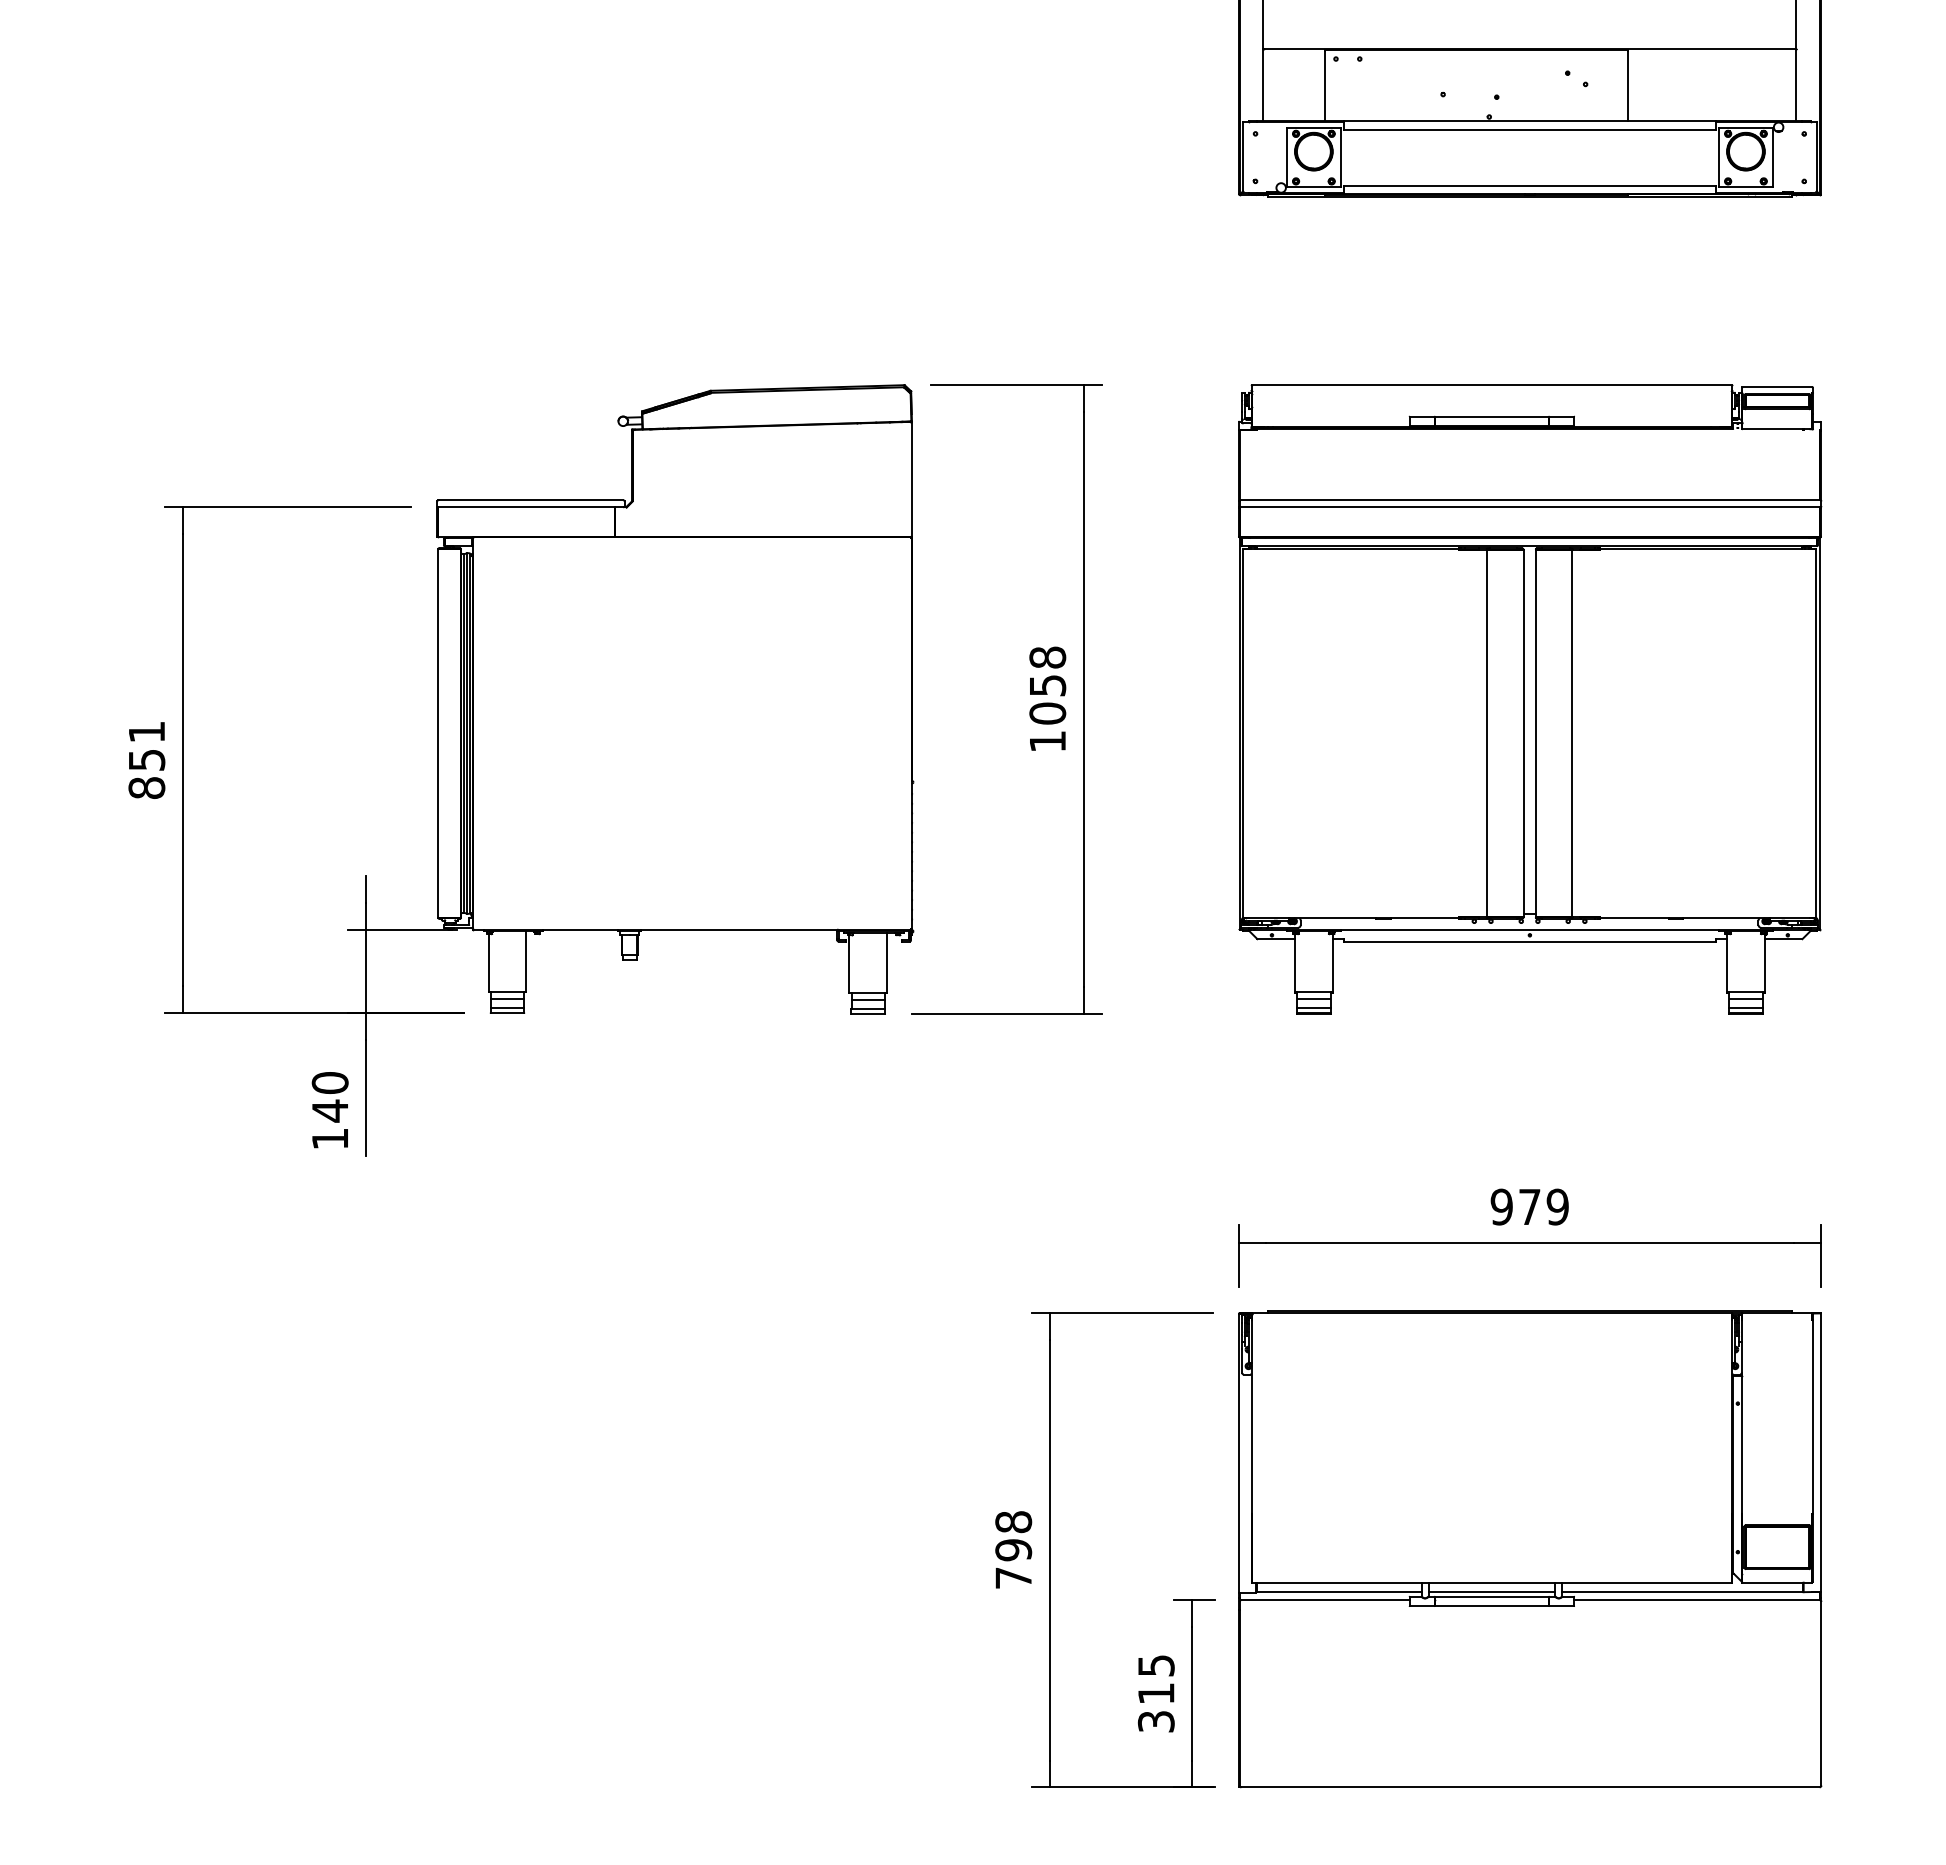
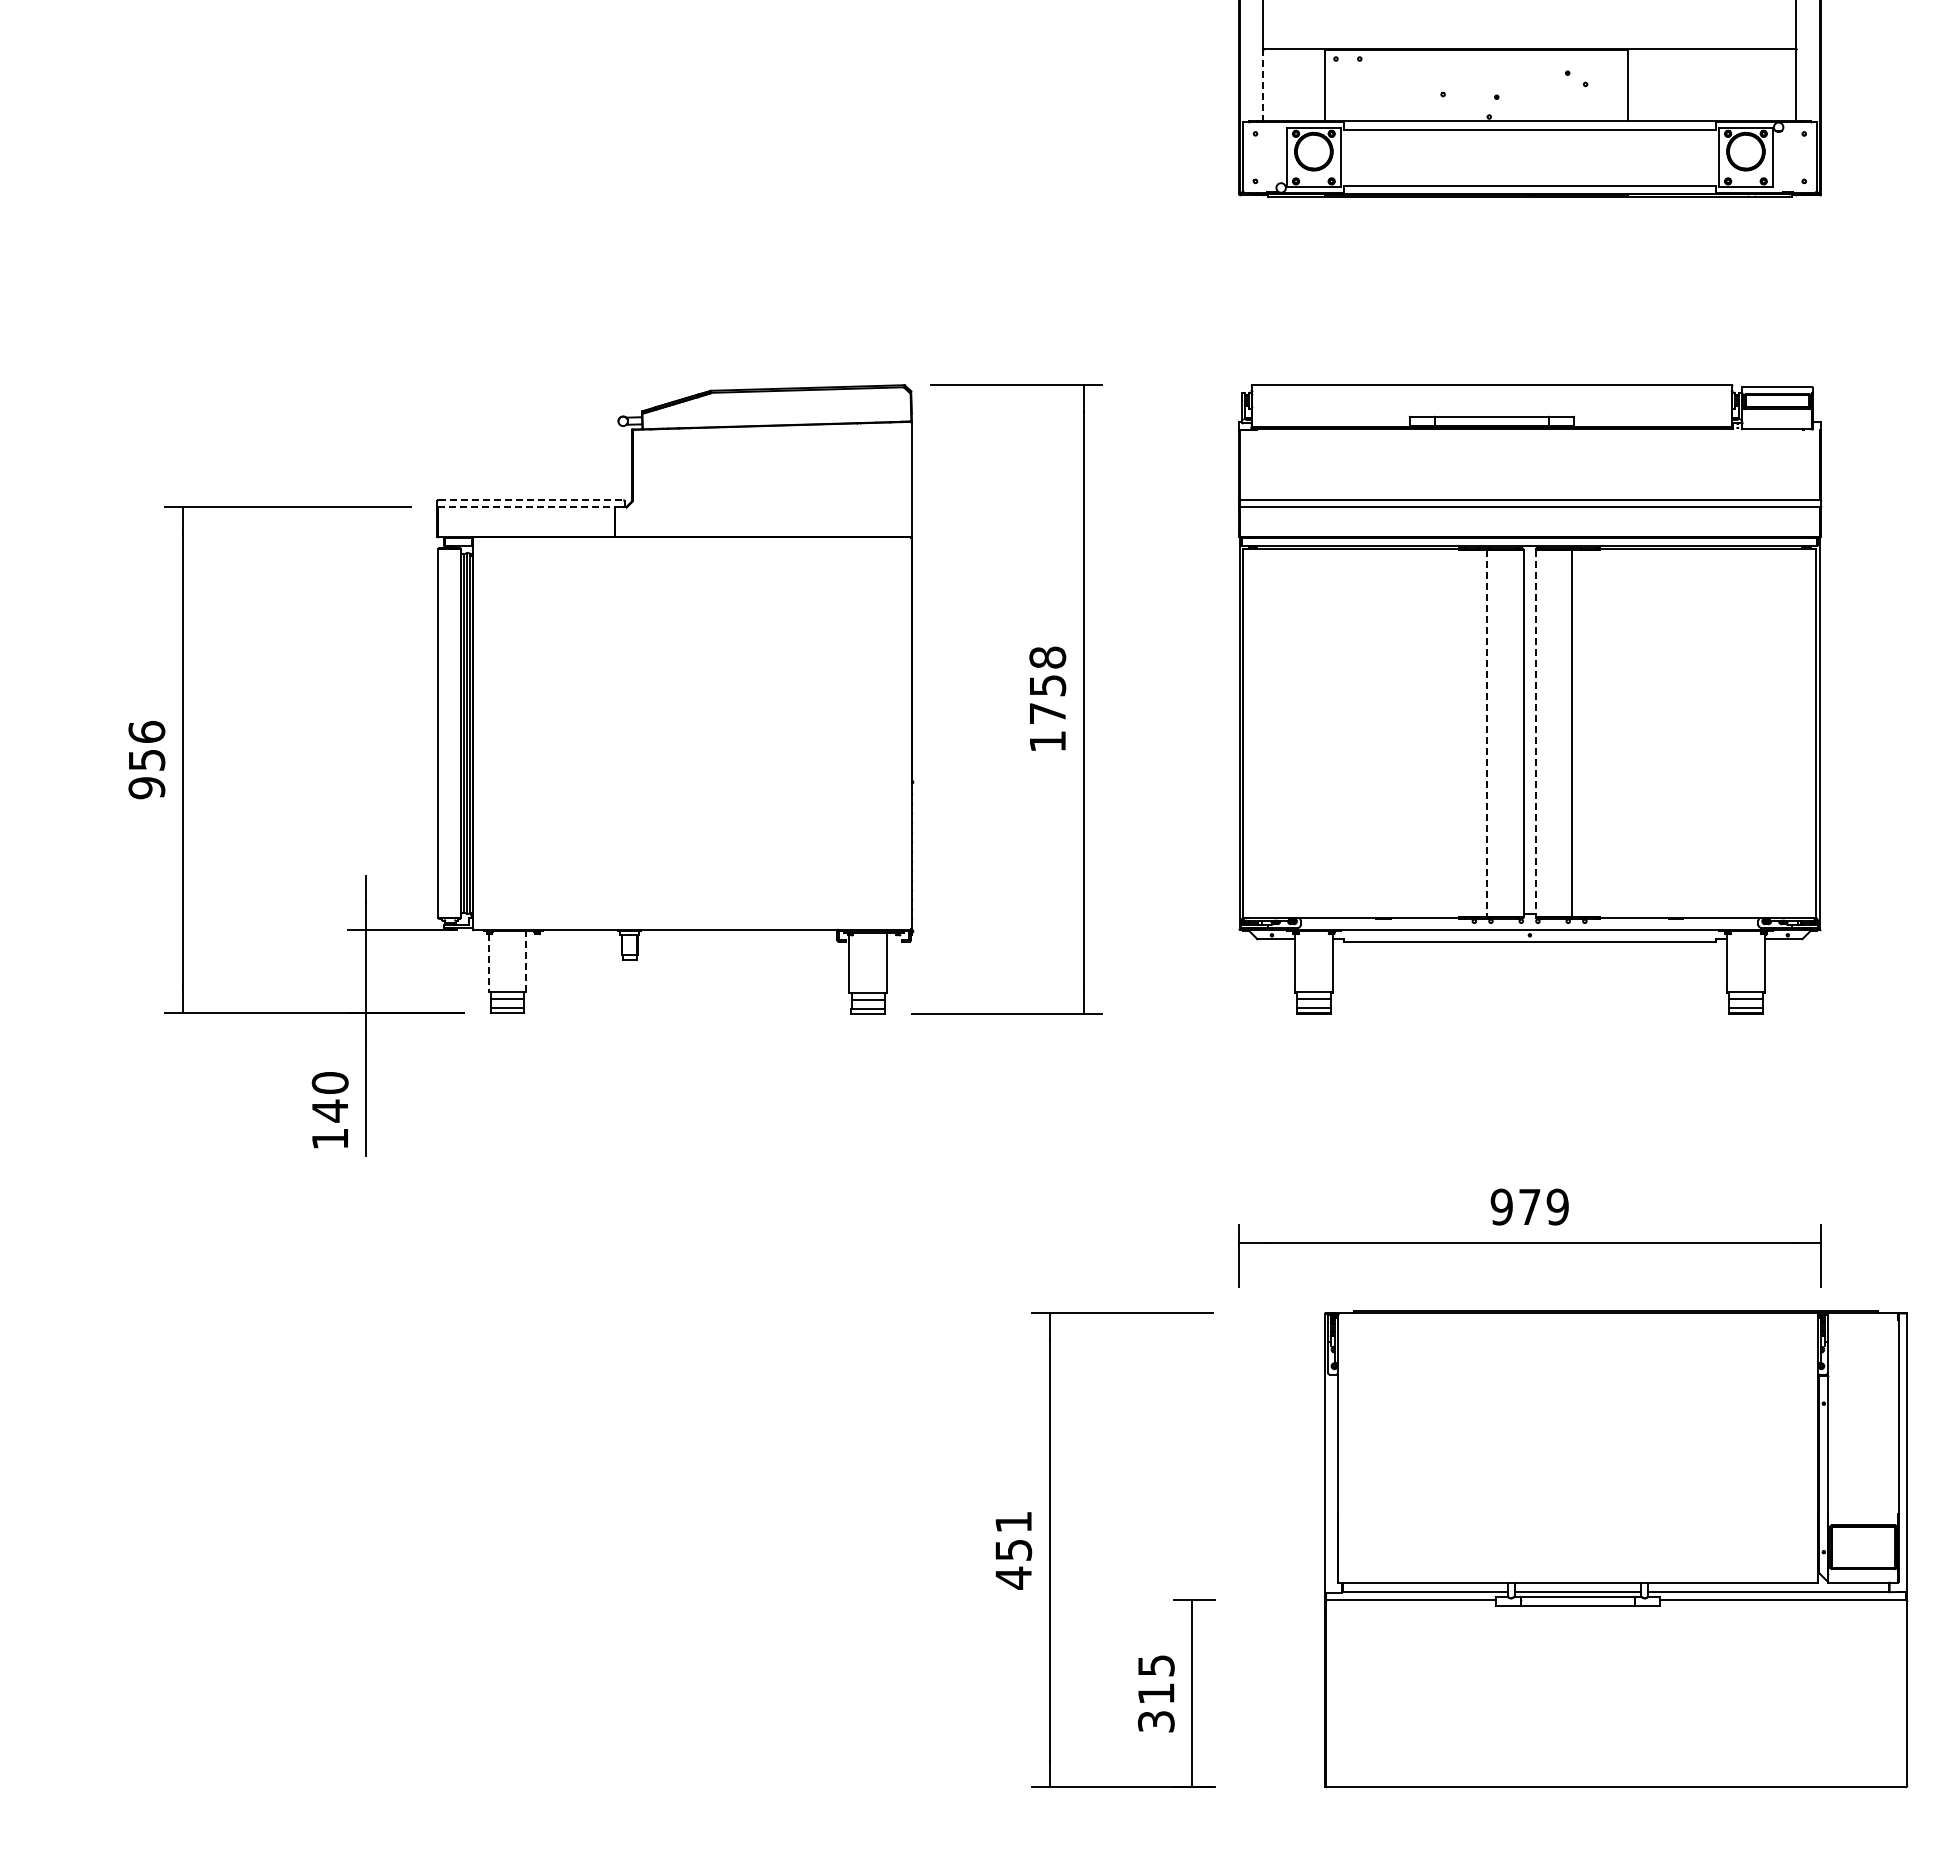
line at (1263, 85): solid -> dashed
line at (530, 500): solid -> dashed
line at (526, 507): solid -> dashed
text at (1047, 713): 1058 -> 1758
line at (1486, 734): solid -> dashed
line at (1535, 734): solid -> dashed
text at (146, 759): 851 -> 956
line at (526, 961): solid -> dashed
line at (488, 963): solid -> dashed
part at (1530, 1549) position: (1530, 1549) -> (1616, 1549)
text at (1013, 1550): 798 -> 451
